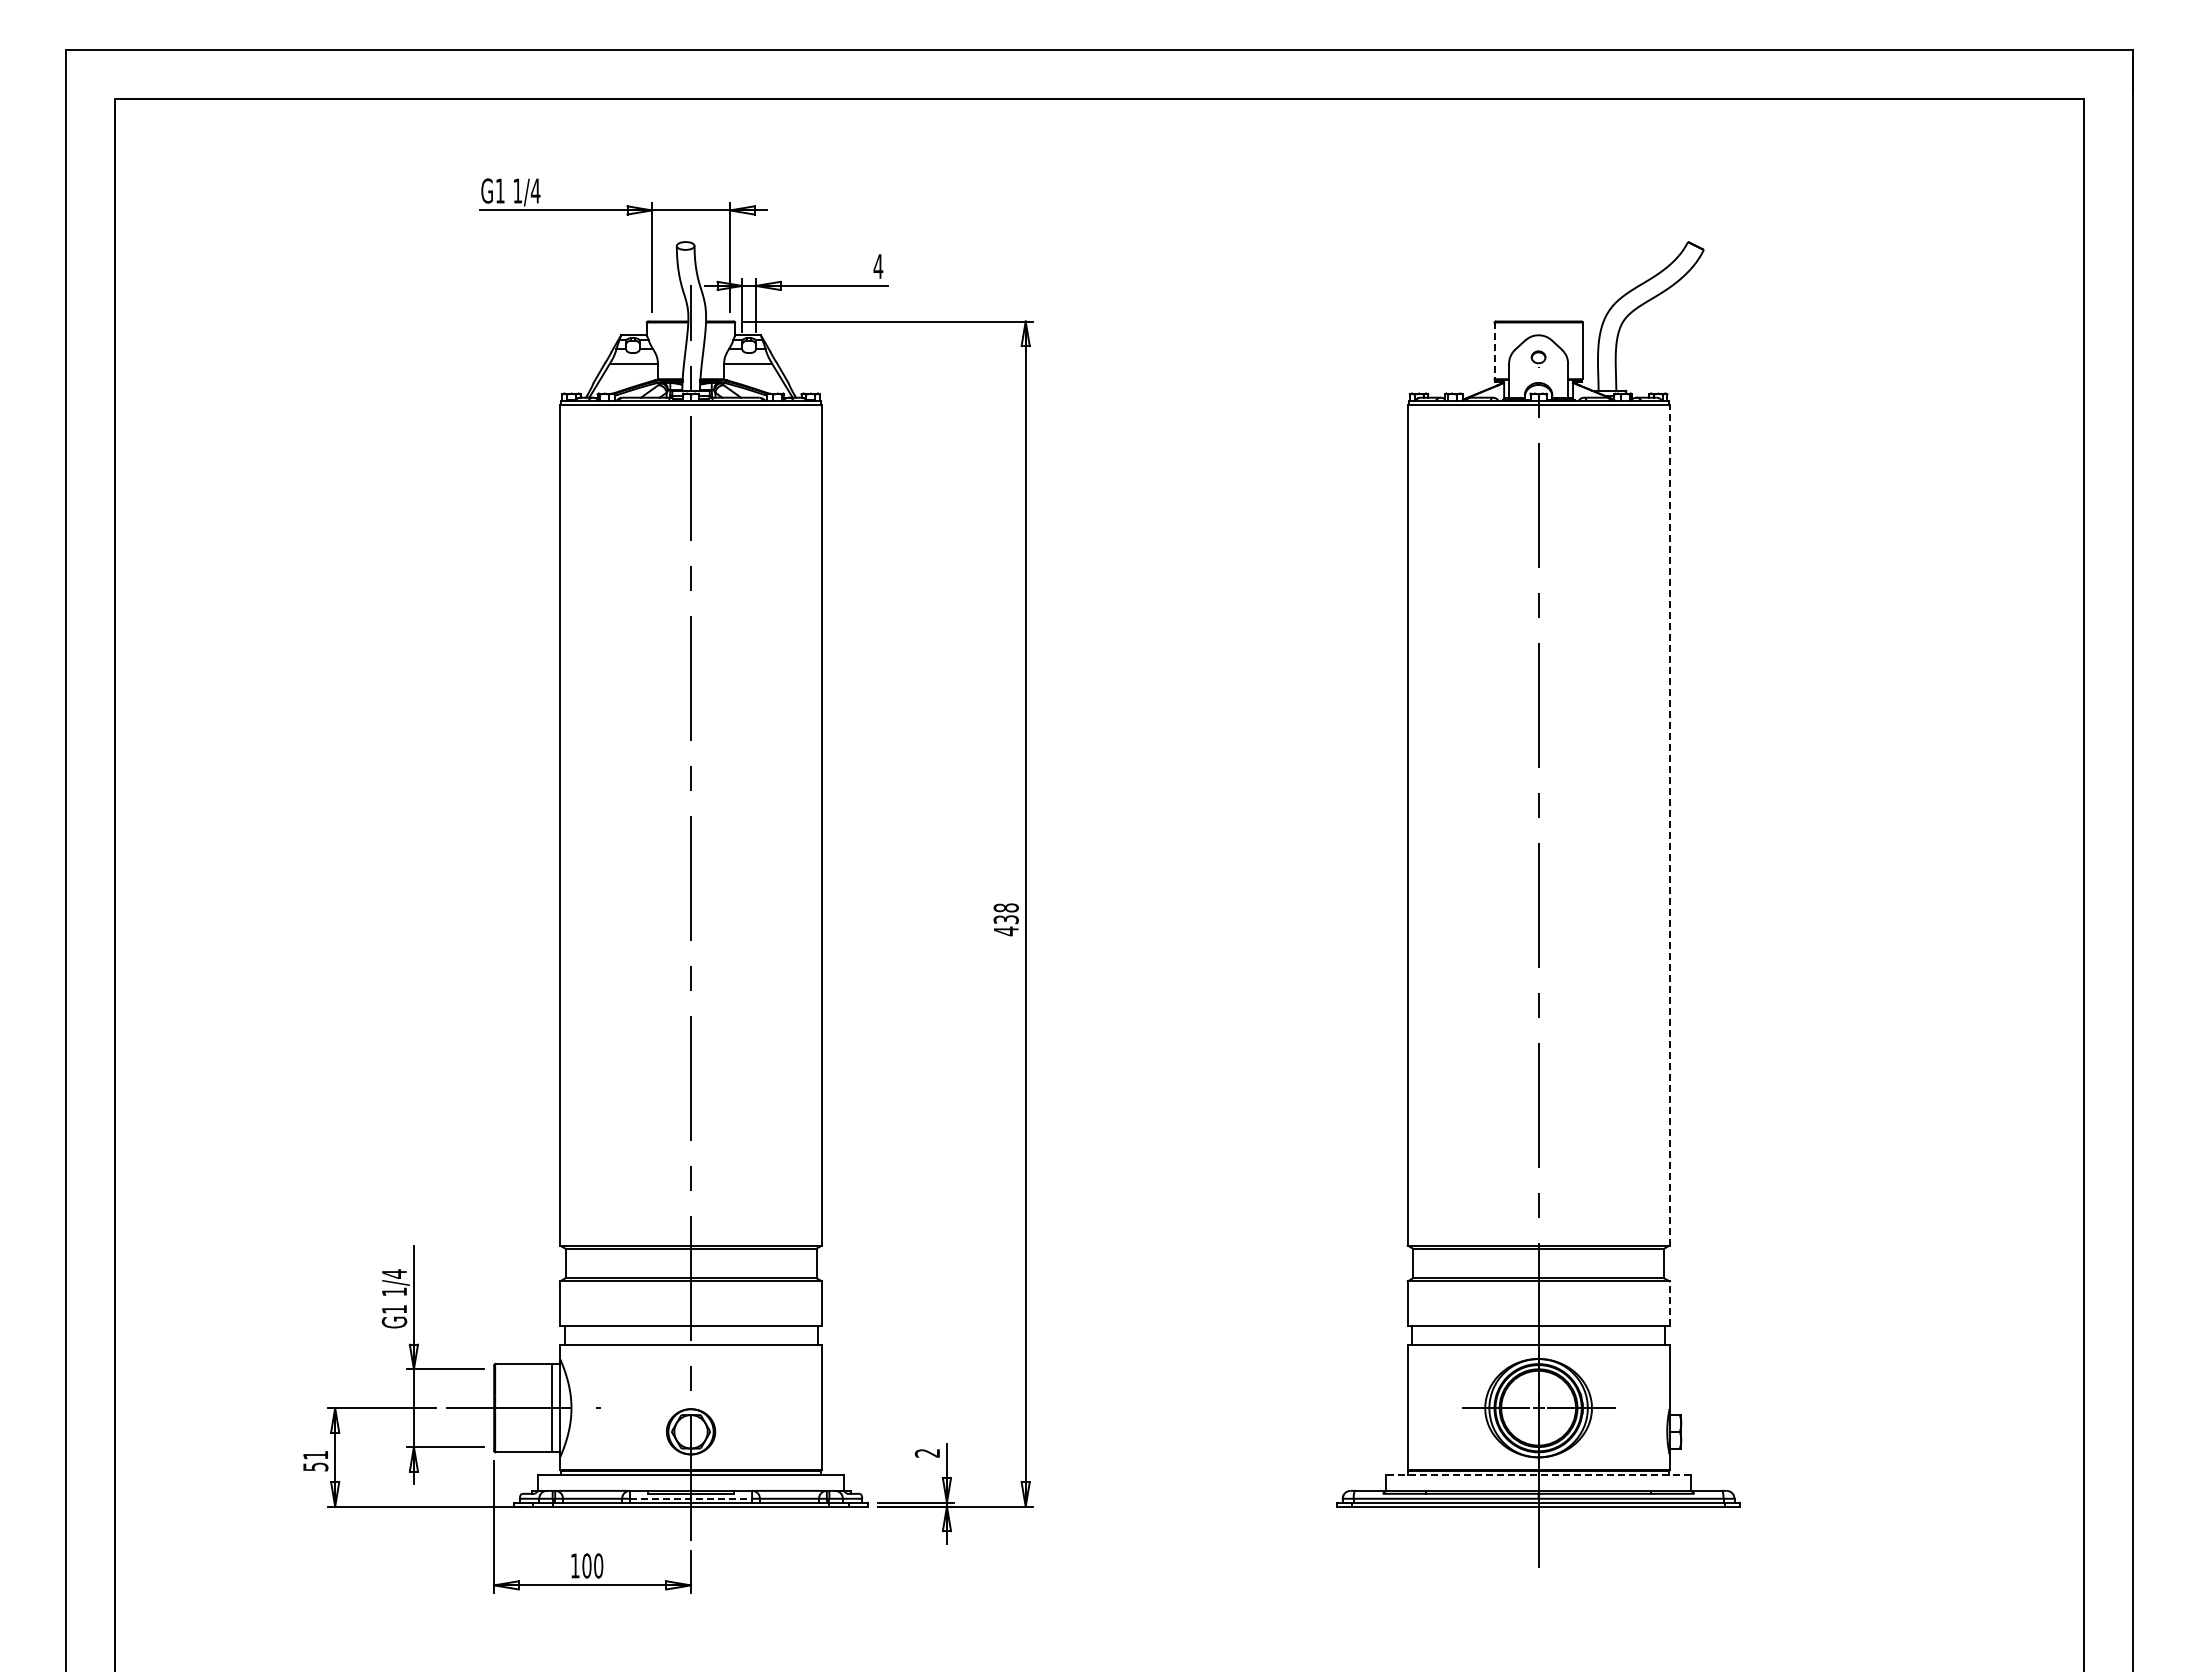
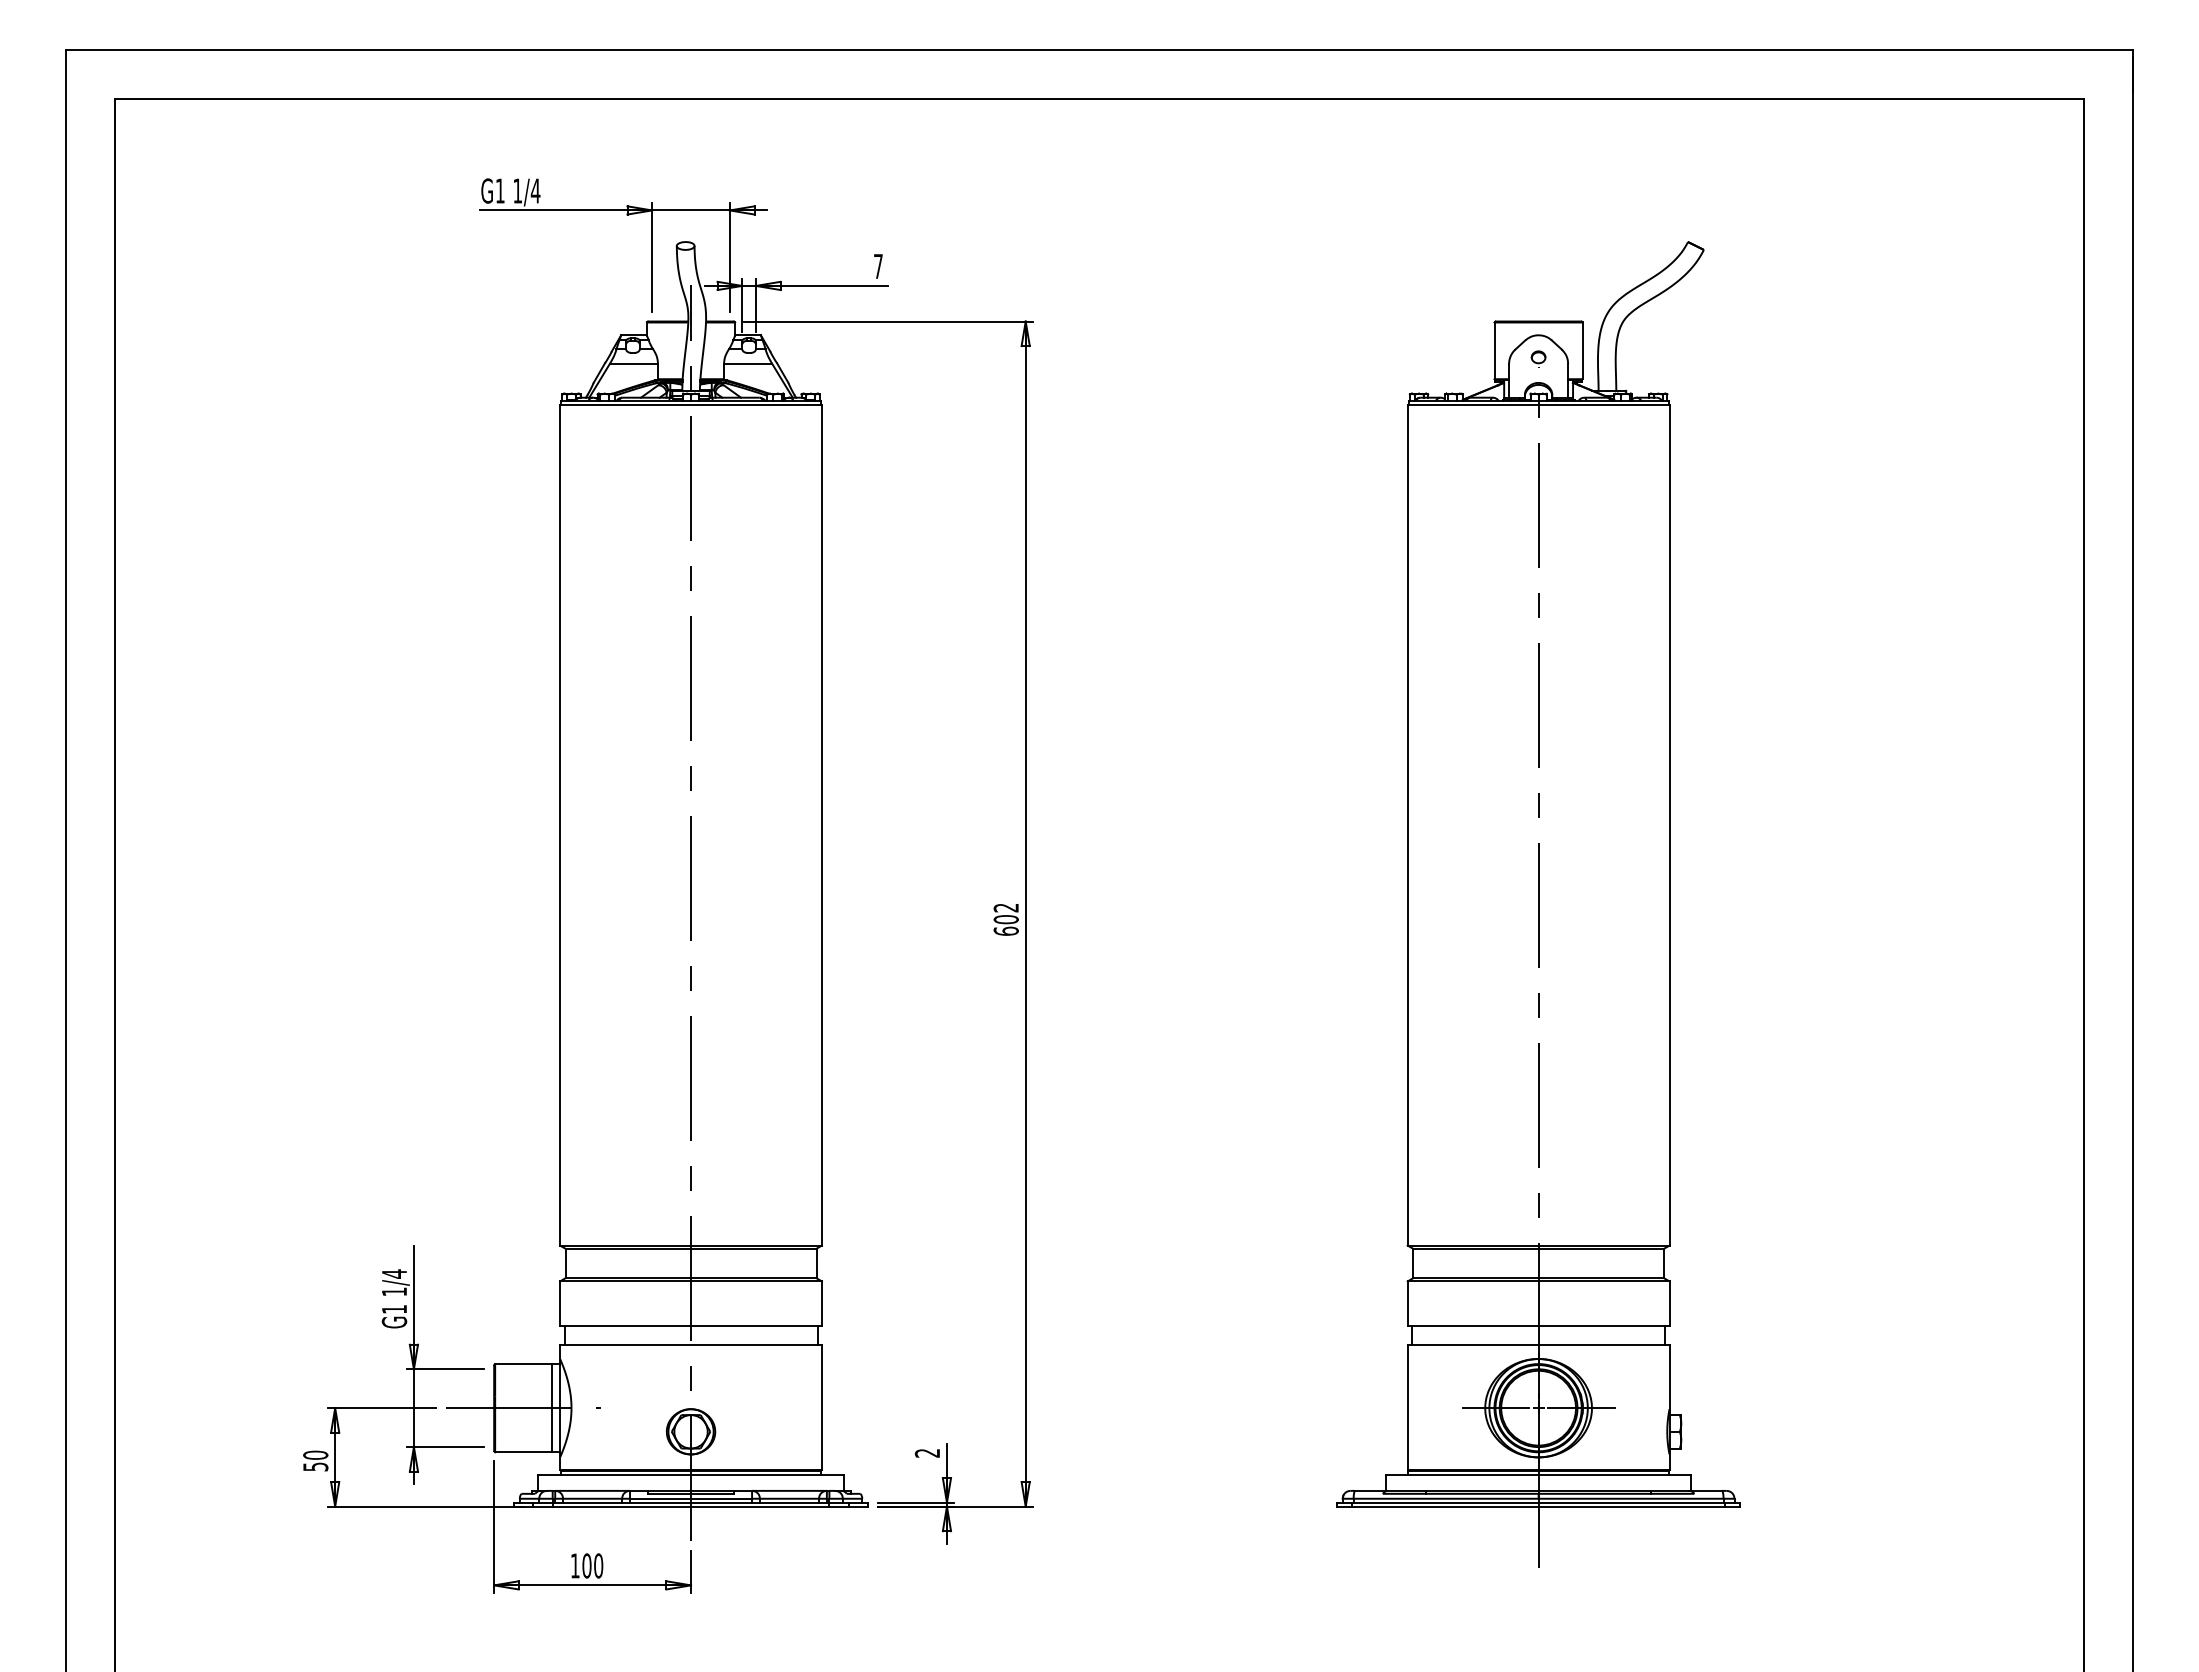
text at (878, 266): 4 -> 7
line at (1494, 351): dashed -> solid
line at (1669, 825): dashed -> solid
text at (1005, 919): 438 -> 602
line at (1669, 1302): dashed -> solid
text at (315, 1454): 51 -> 50
line at (1538, 1475): dashed -> solid
line at (691, 1498): dashed -> solid
